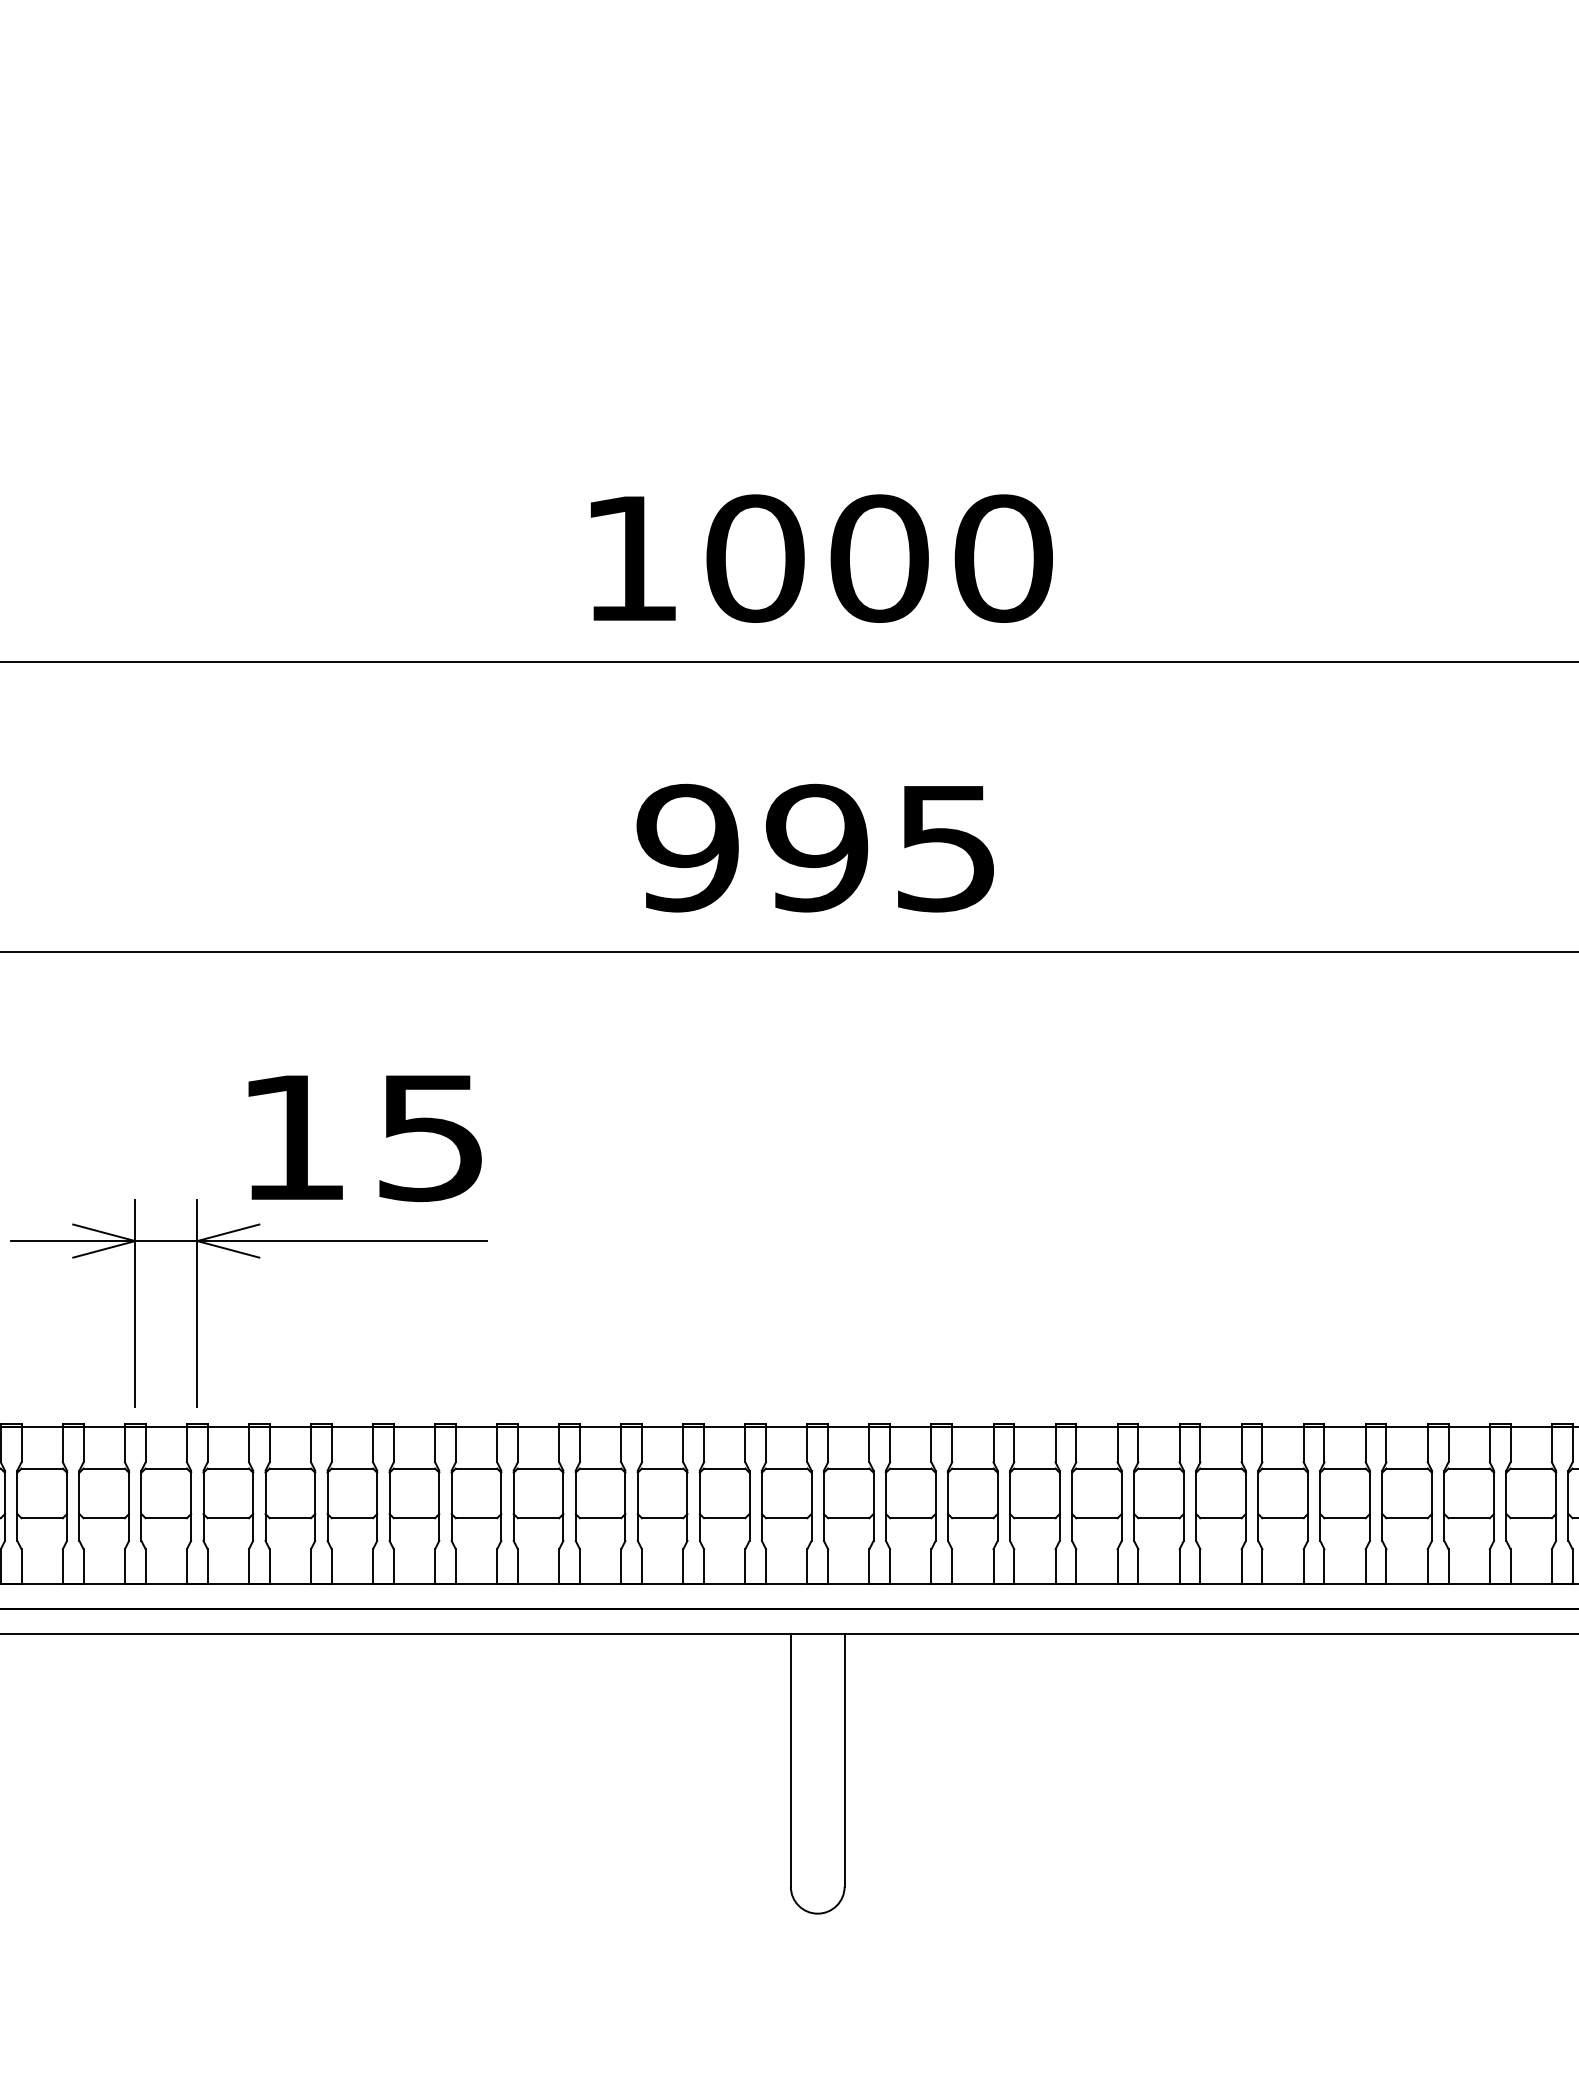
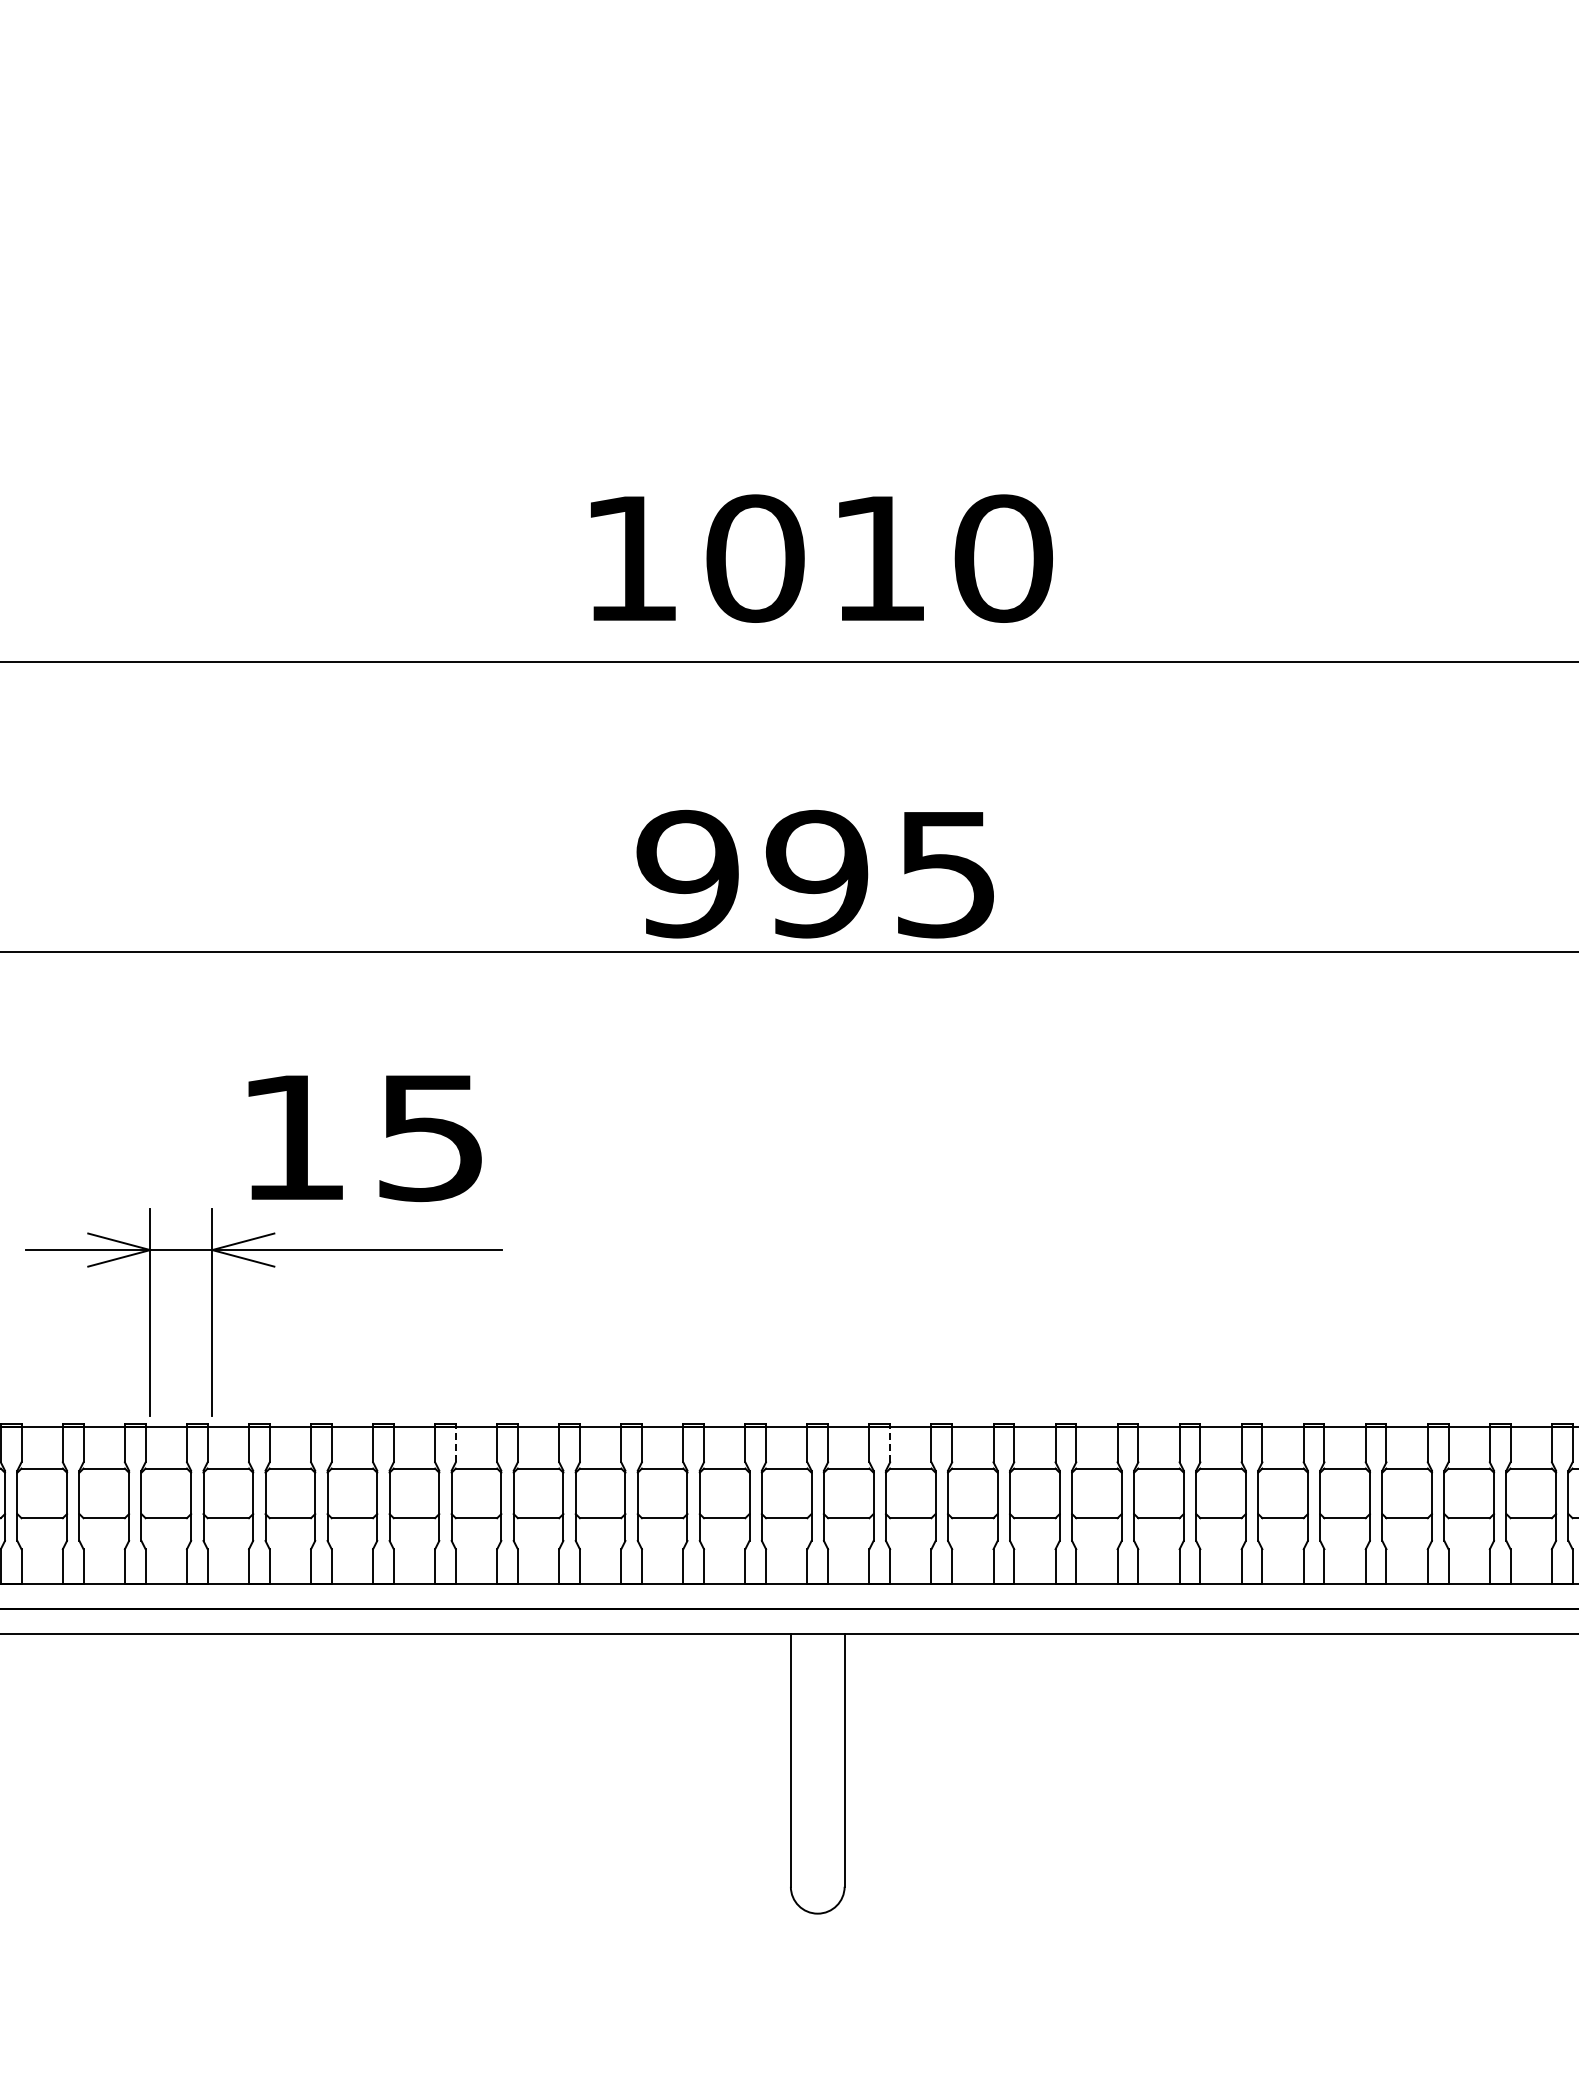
text at (879, 558): 1000 -> 1010
text at (814, 847) position: (814, 847) -> (814, 873)
part at (257, 1258) position: (257, 1258) -> (272, 1267)
line at (455, 1444): solid -> dashed
line at (890, 1444): solid -> dashed
